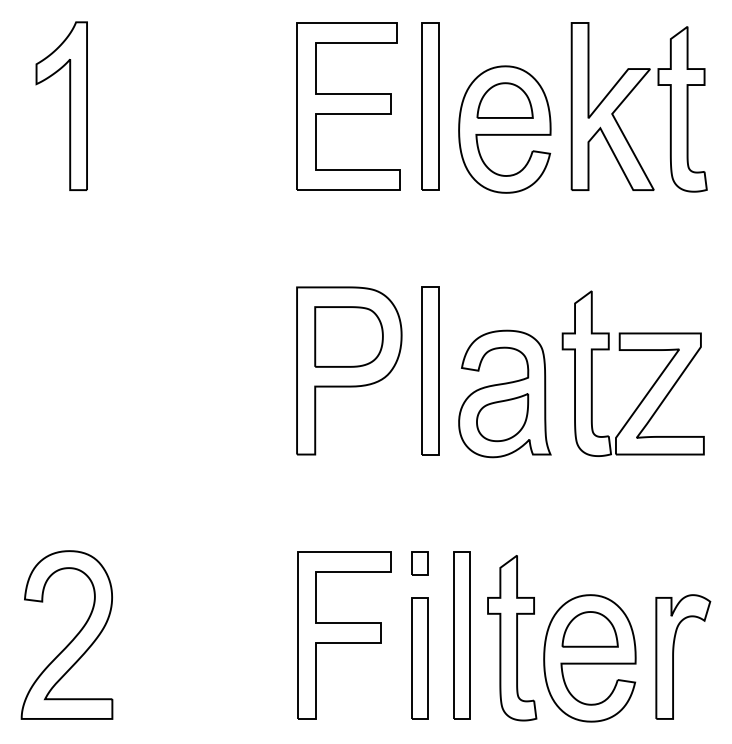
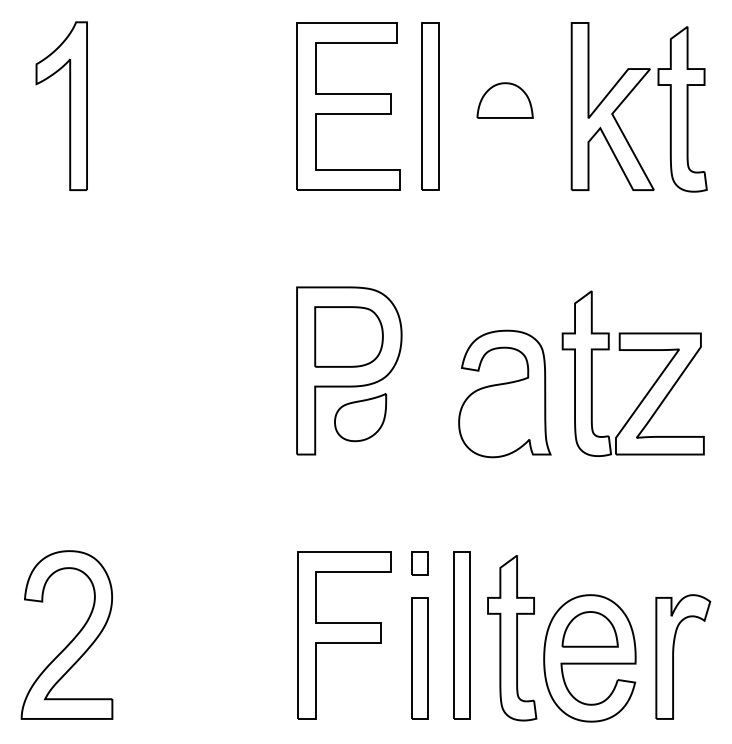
part at (504, 129): present -> none
part at (430, 370): present -> none
part at (502, 417) position: (502, 417) -> (360, 417)
